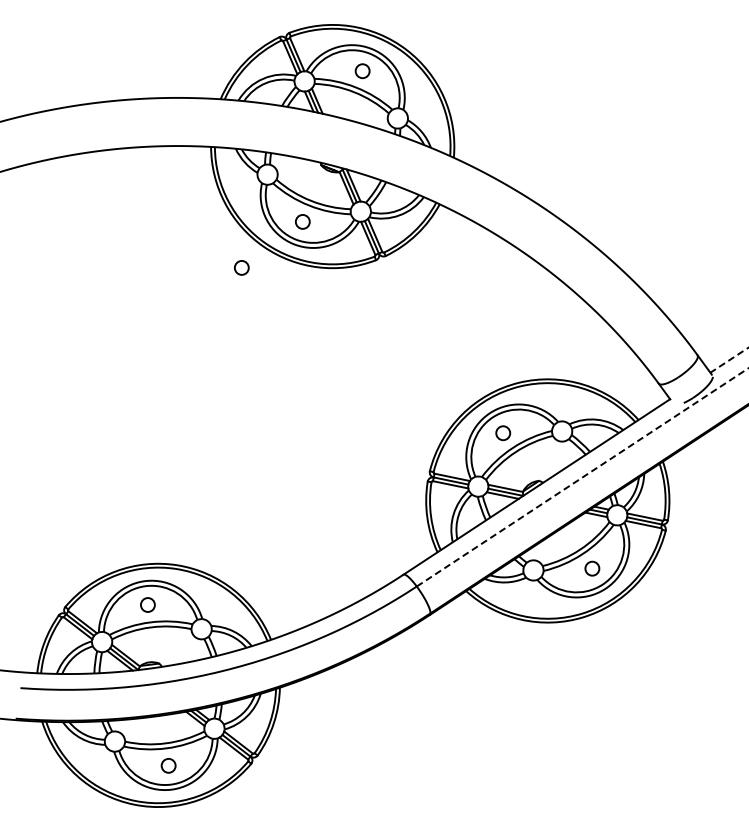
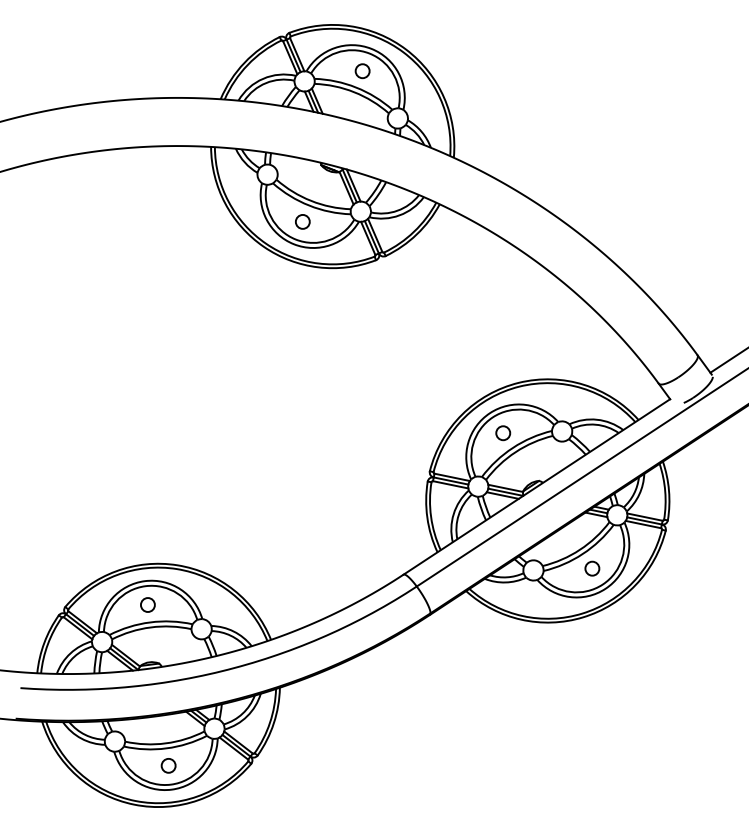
circle at (241, 267): present -> none
line at (729, 360): dashed -> solid
line at (582, 477): dashed -> solid
